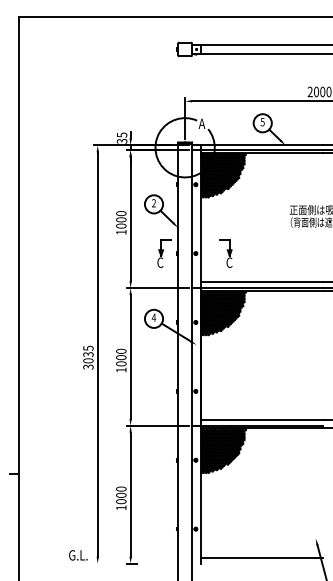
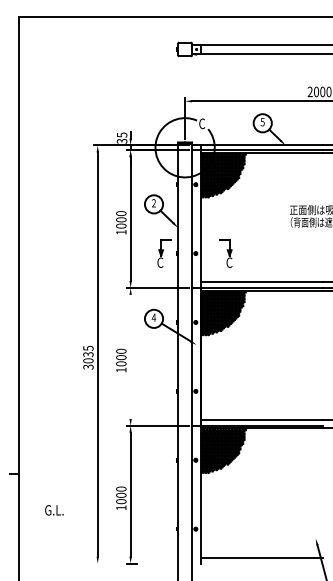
text at (201, 123): A -> C
line at (130, 356): present -> none
text at (78, 555) position: (78, 555) -> (54, 510)
